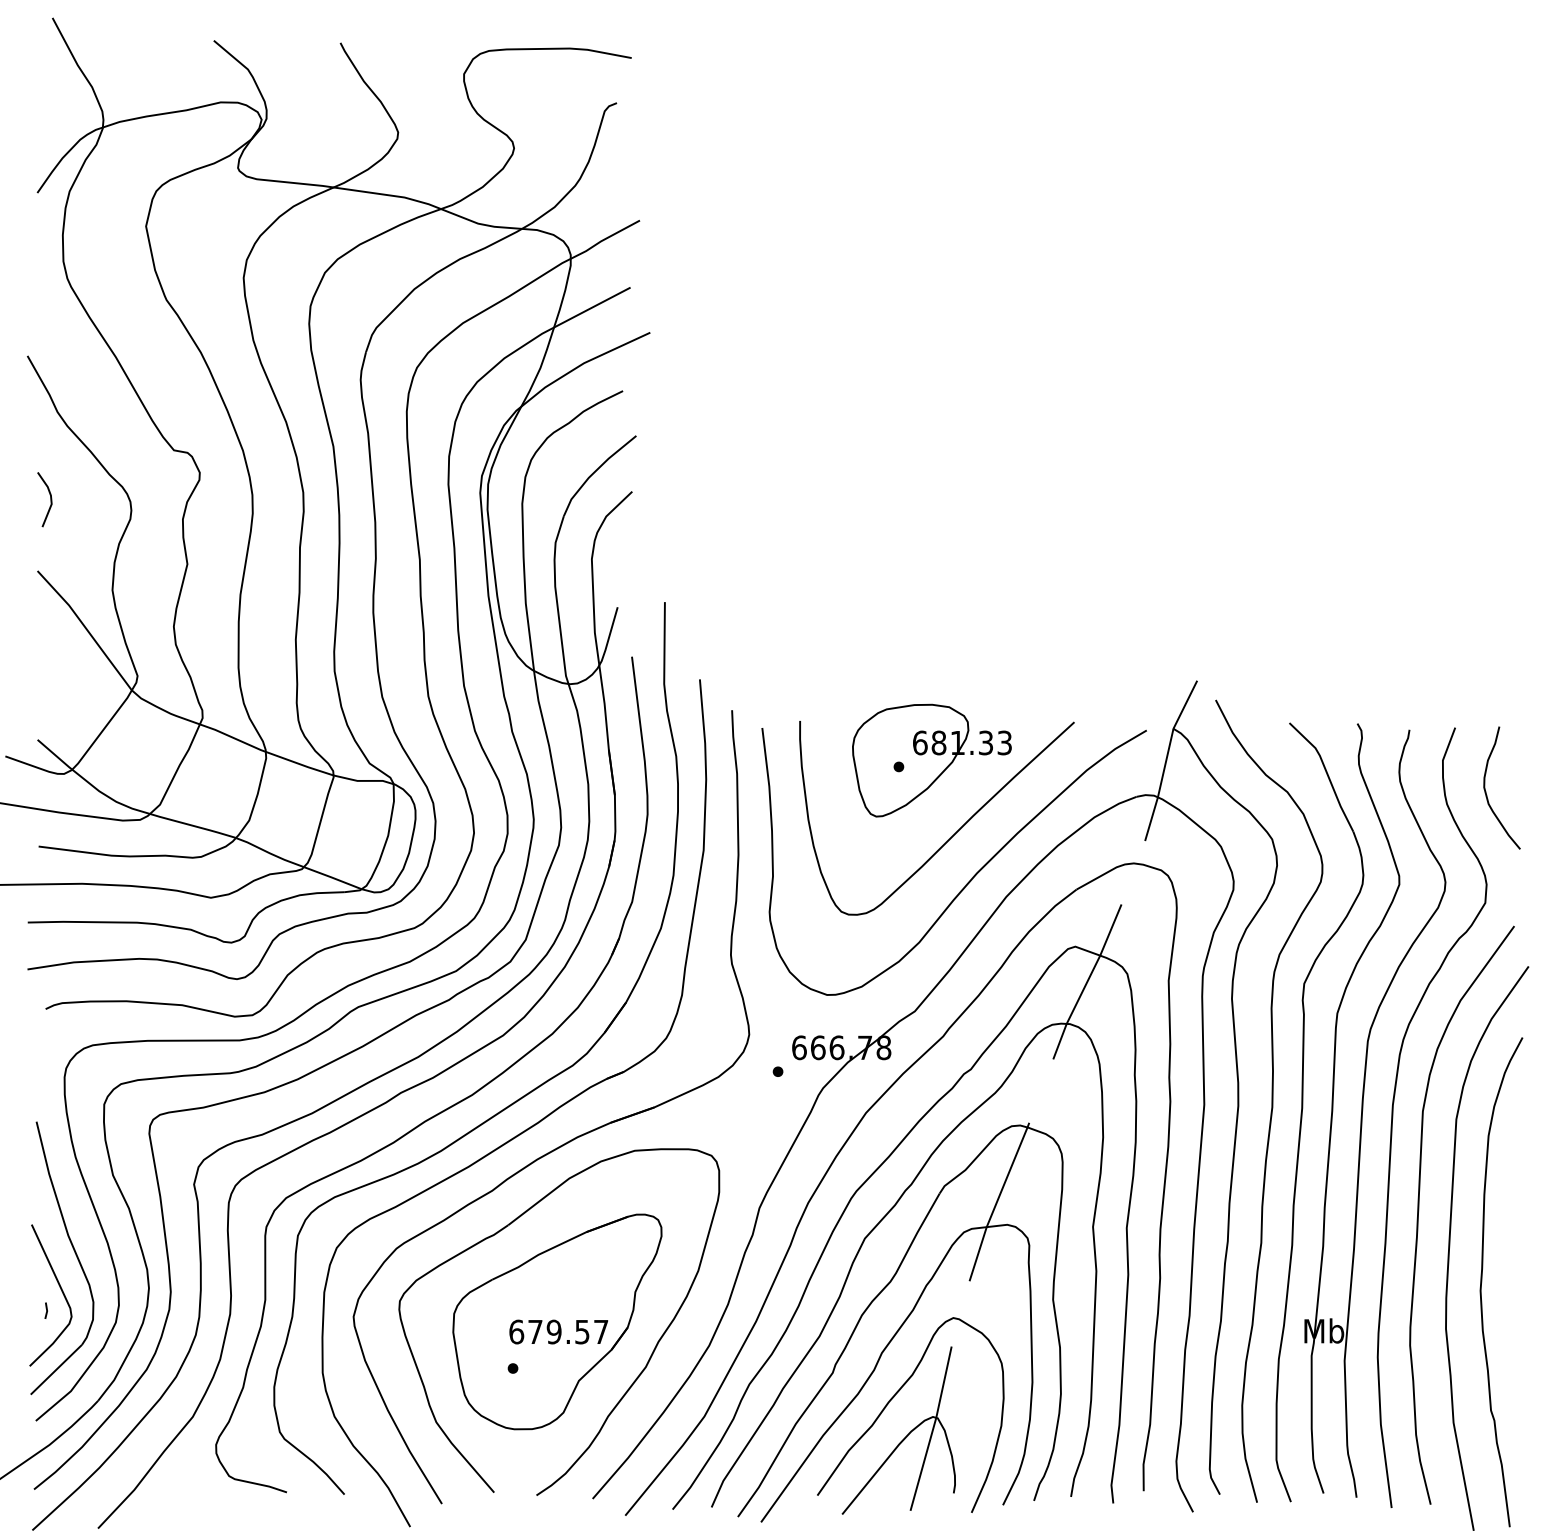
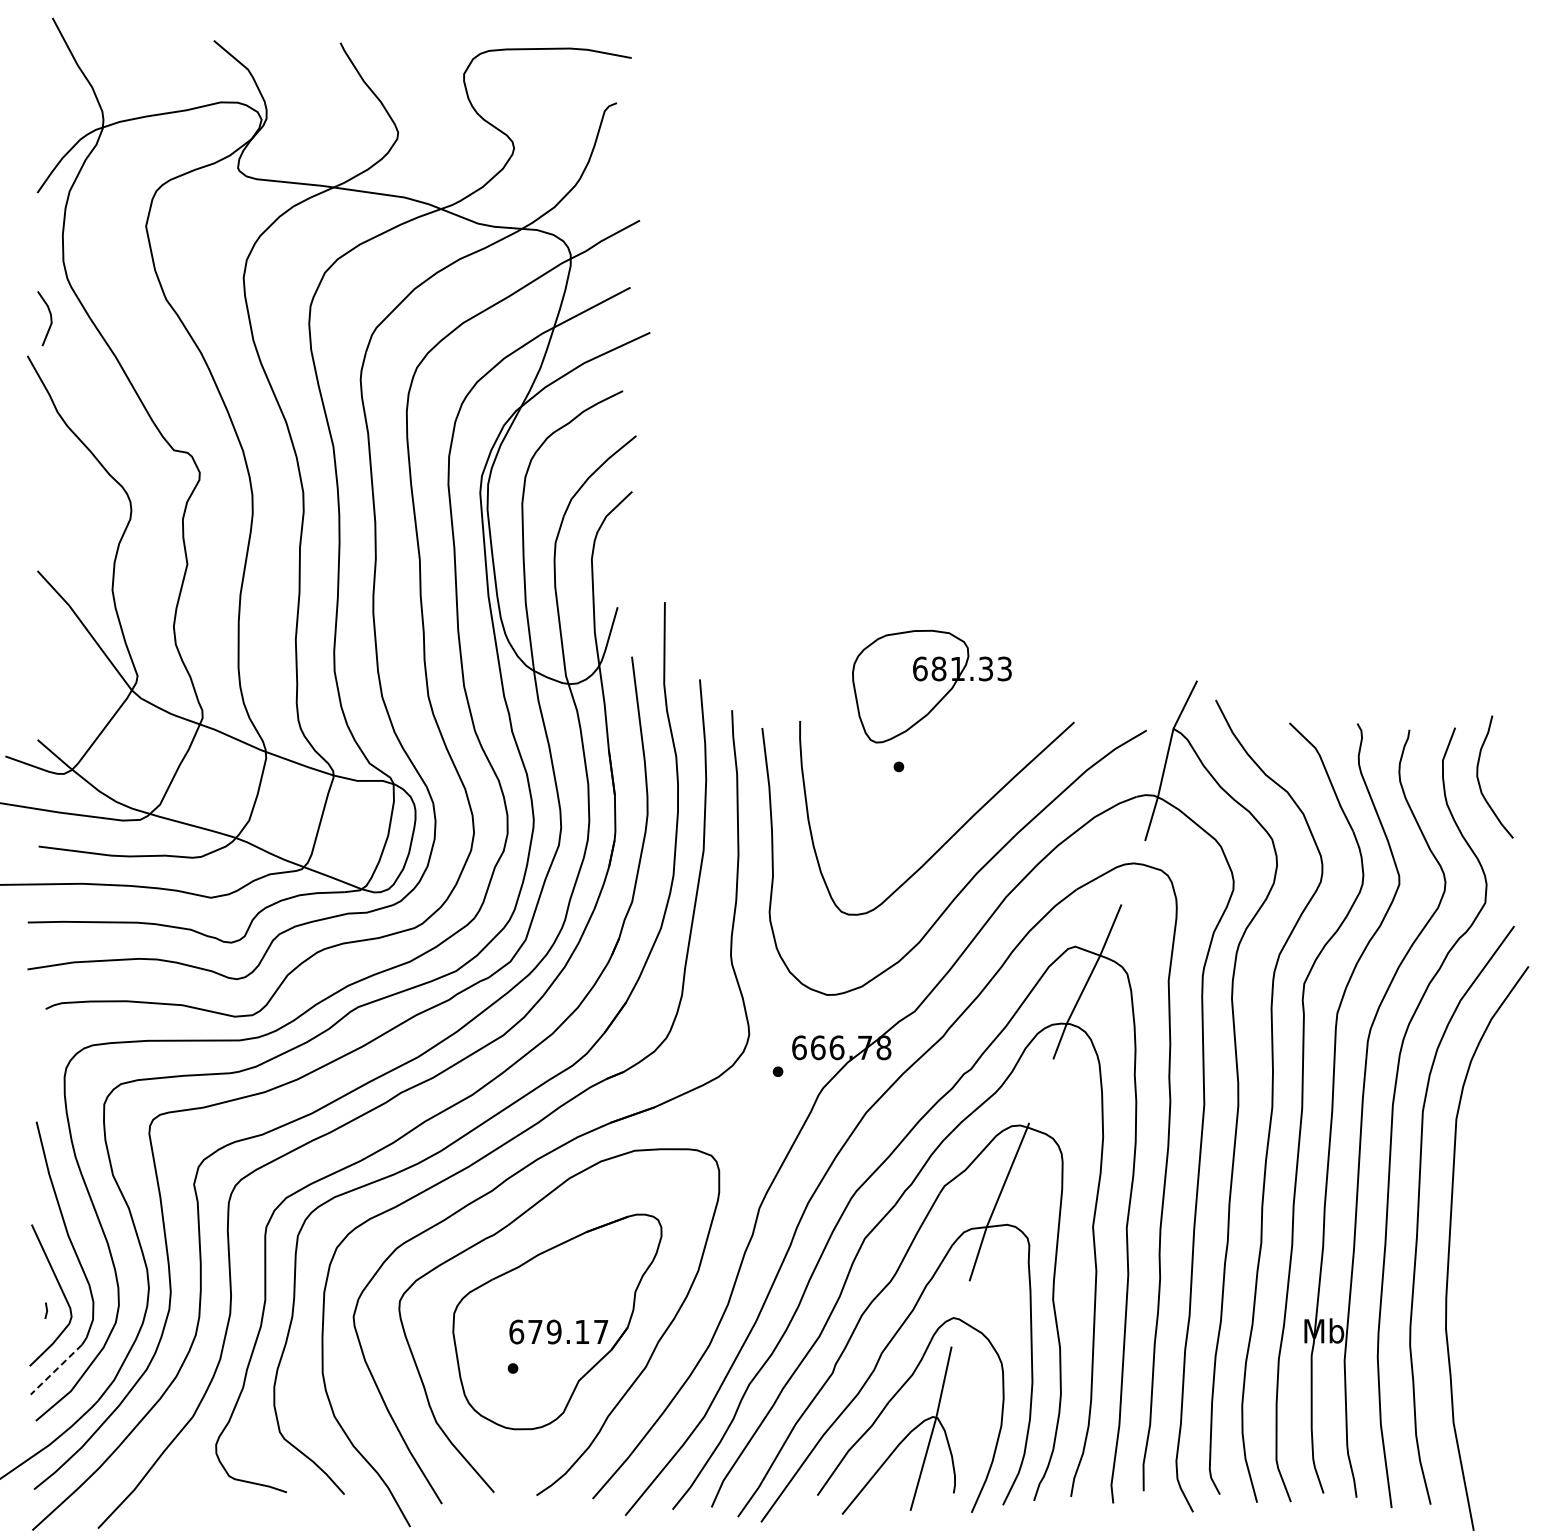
line at (50, 499) position: (50, 499) -> (50, 318)
part at (931, 760) position: (931, 760) -> (931, 686)
curve at (1486, 791) position: (1486, 791) -> (1479, 780)
curve at (1482, 1282): present -> none
text at (582, 1332): 679.57 -> 679.17
line at (56, 1369): solid -> dashed
